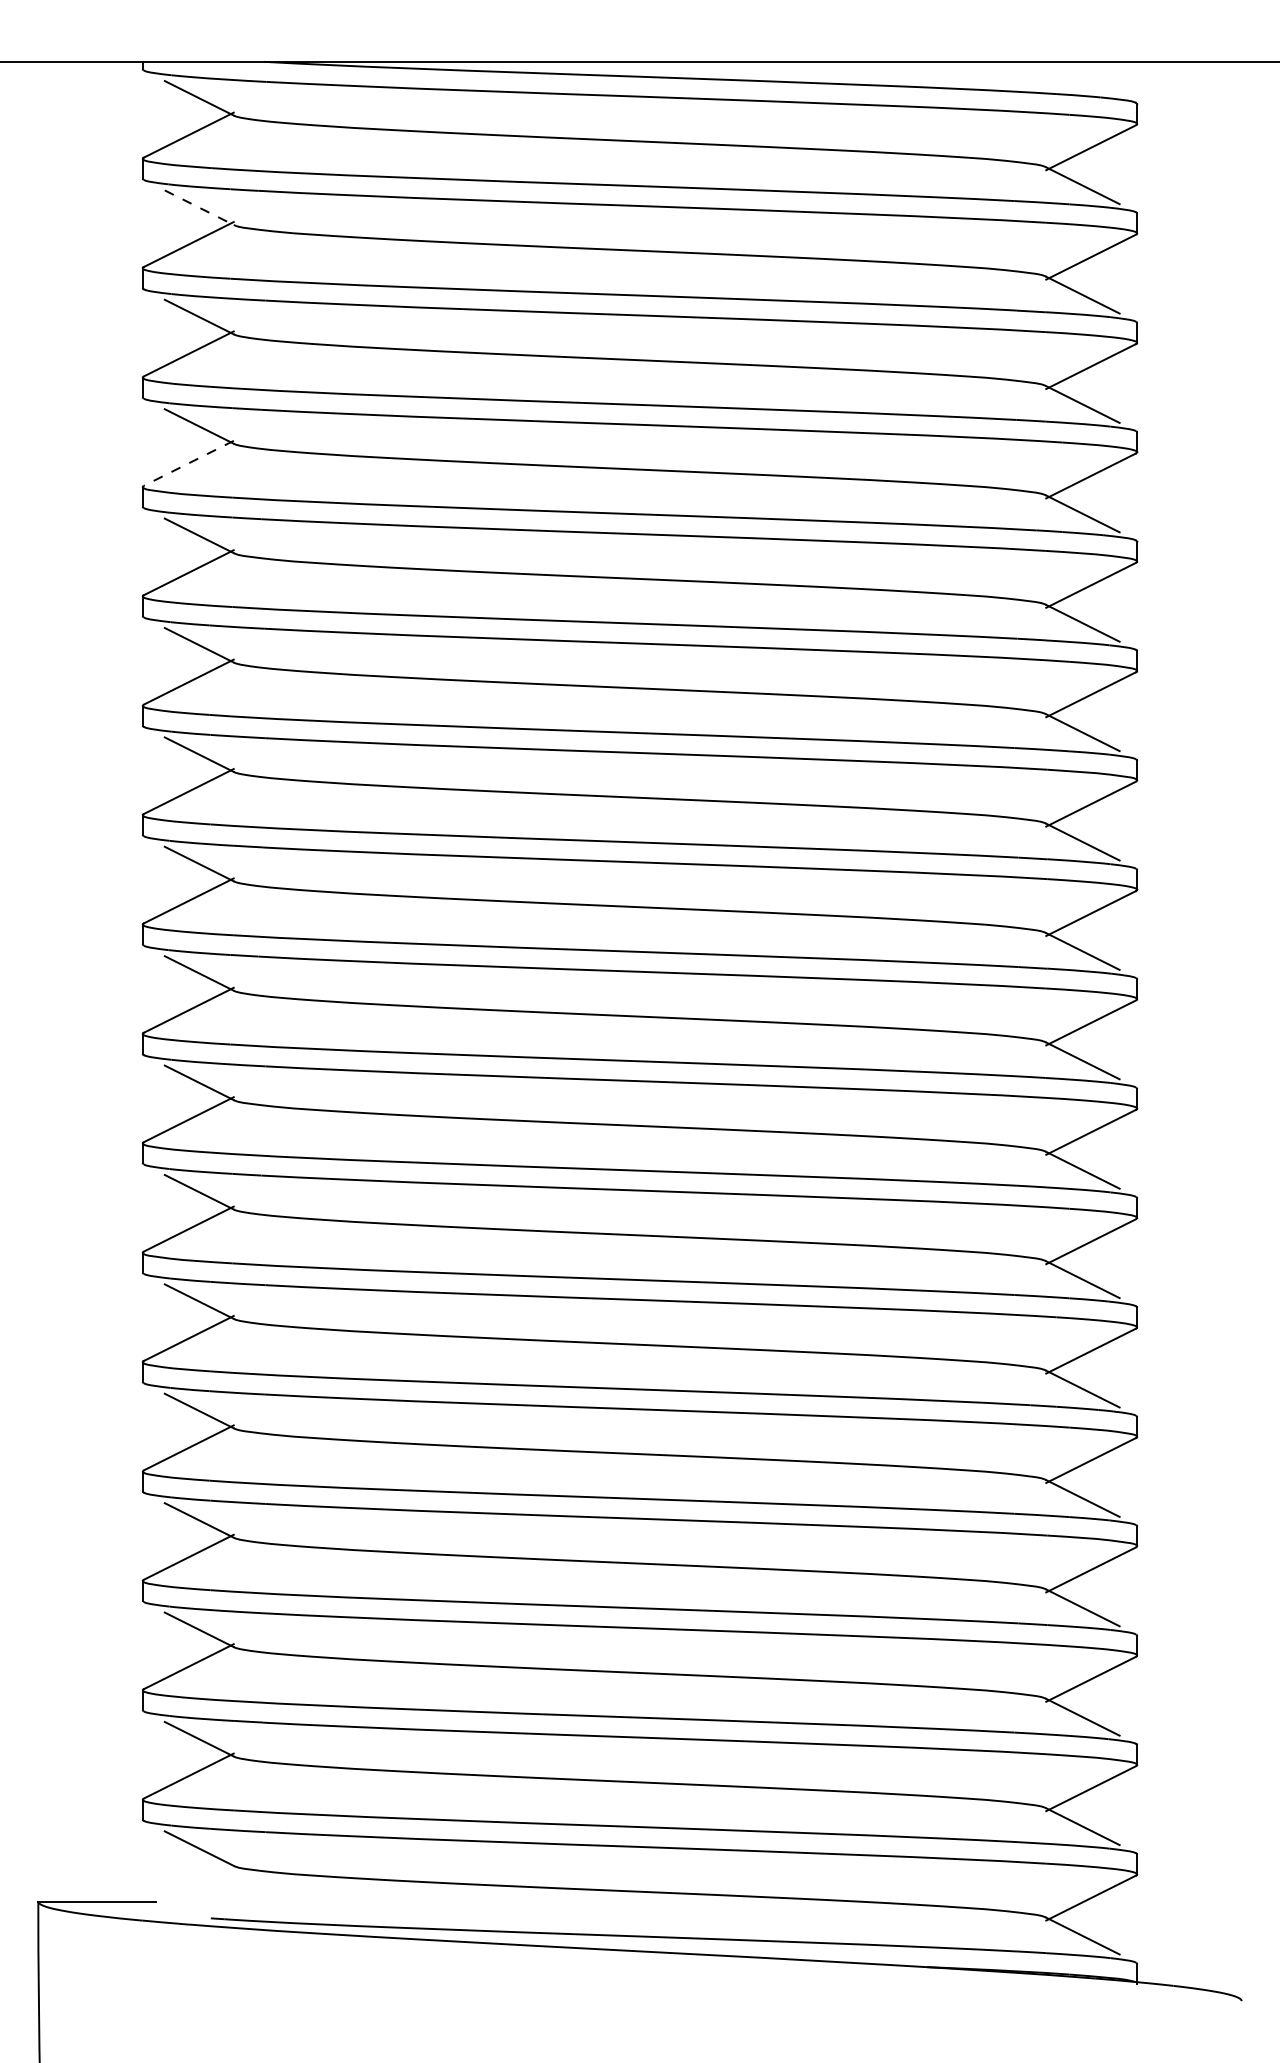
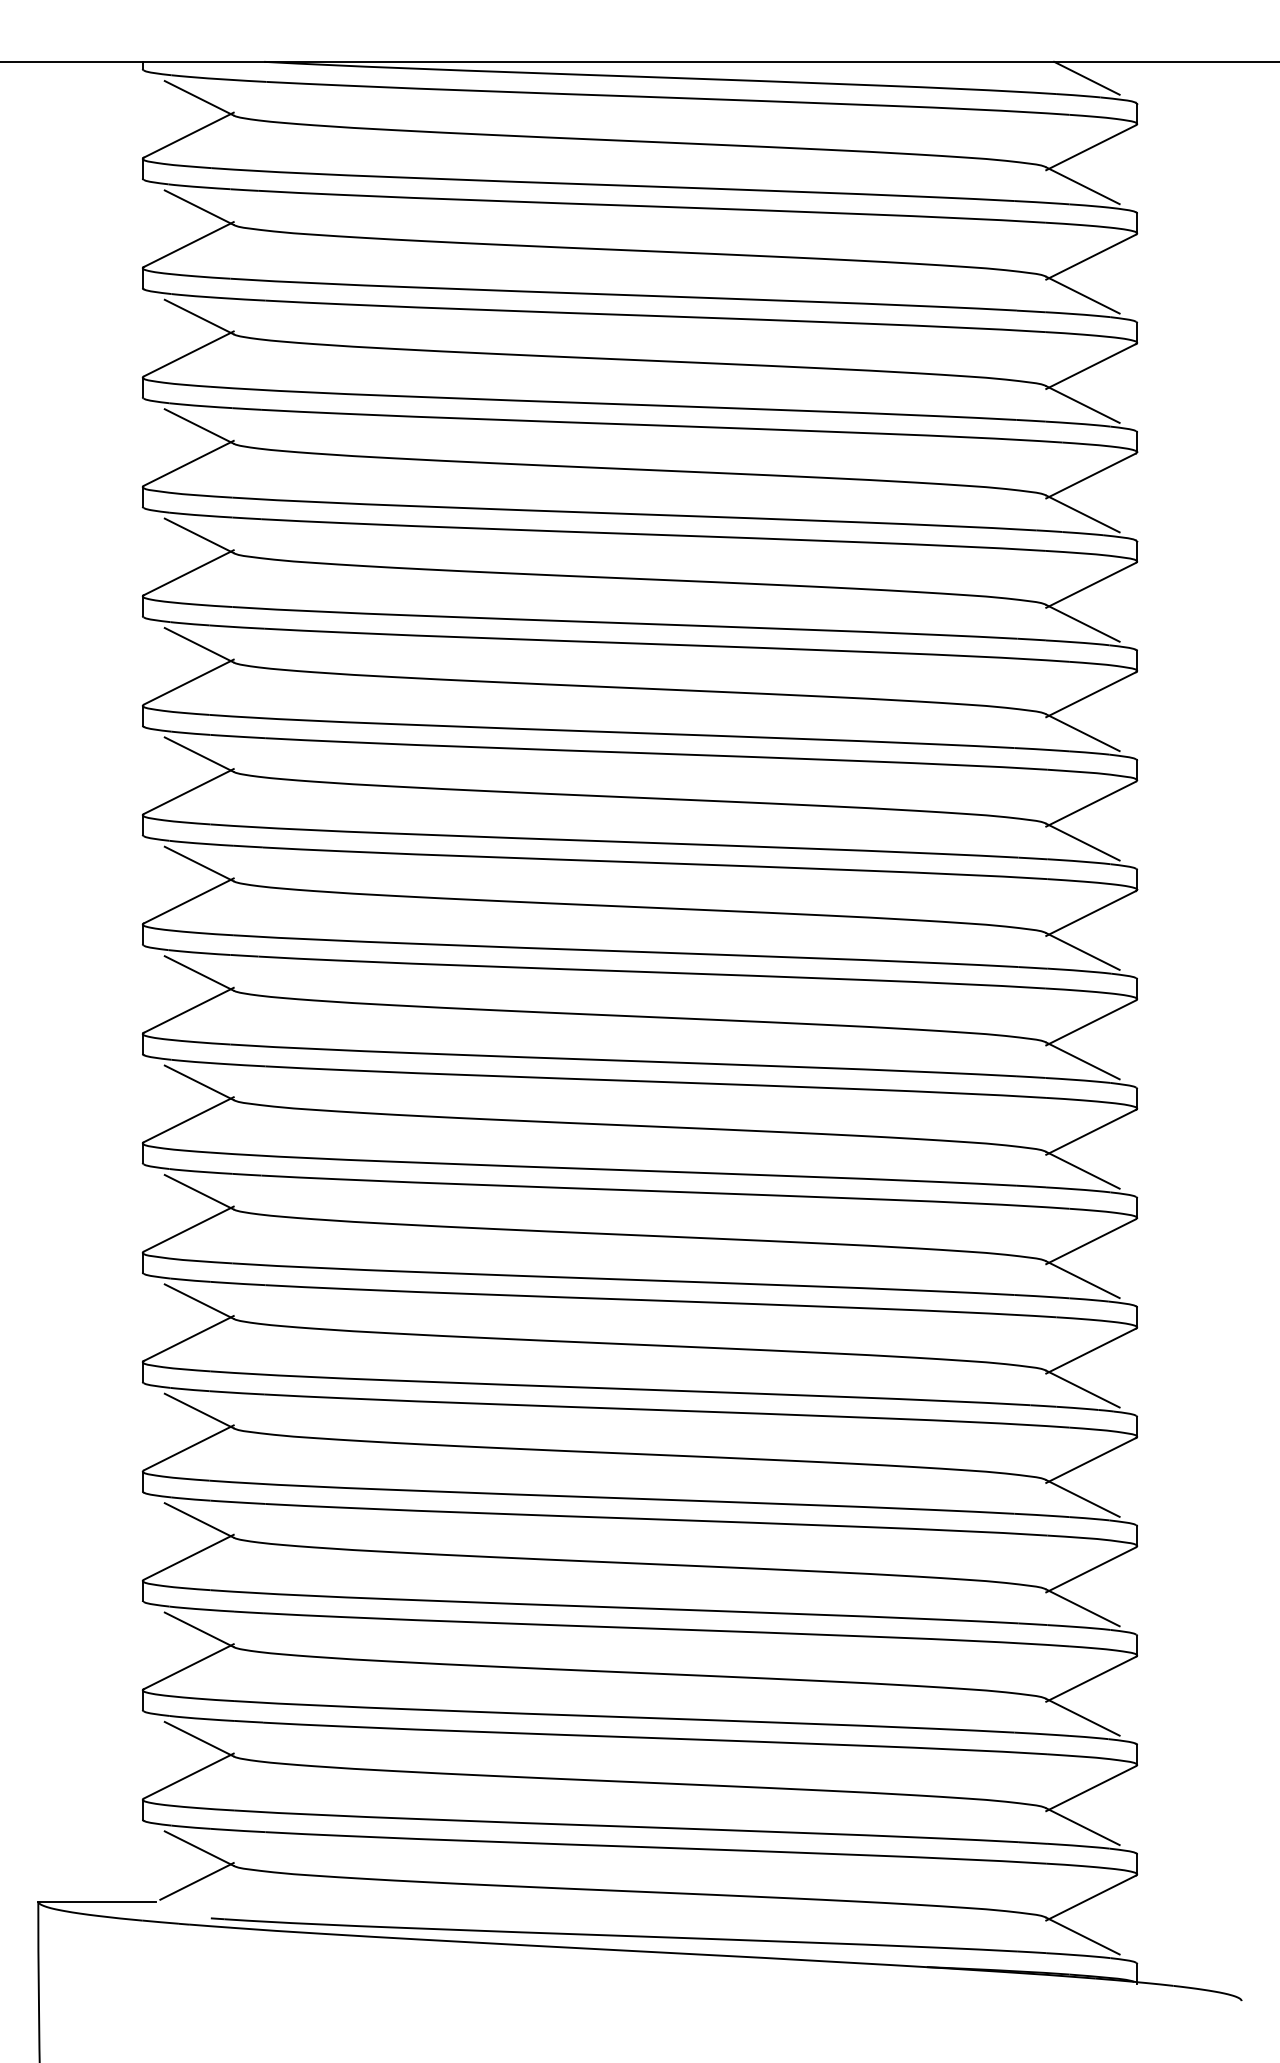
line at (1086, 77): none -> present
line at (199, 207): dashed -> solid
line at (188, 463): dashed -> solid
line at (196, 1880): none -> present
